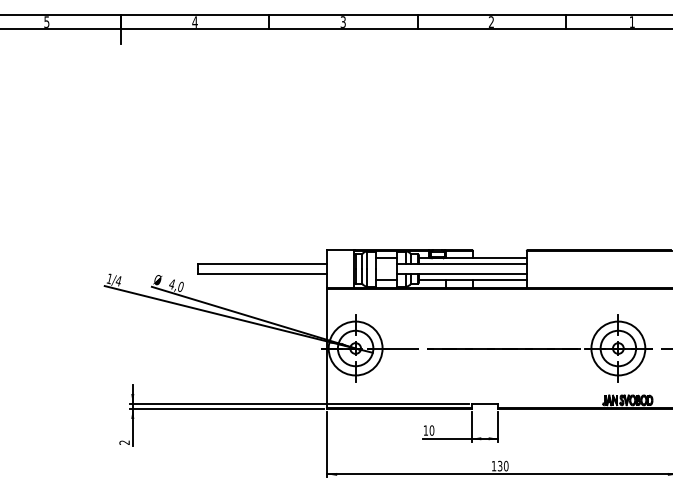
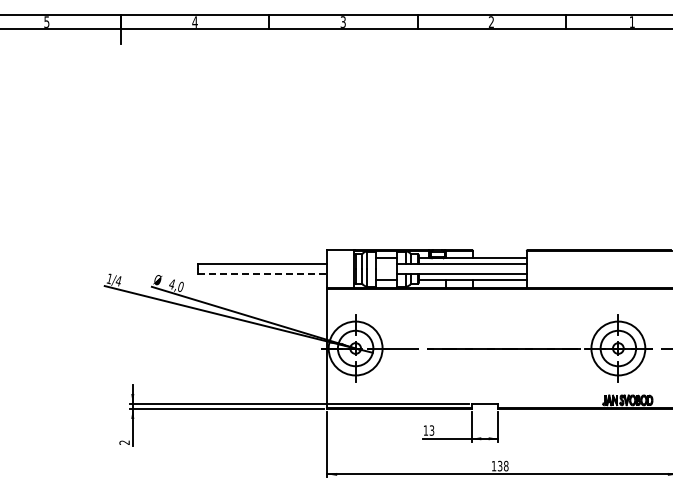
line at (262, 274): solid -> dashed
text at (431, 430): 10 -> 13
text at (505, 466): 130 -> 138
